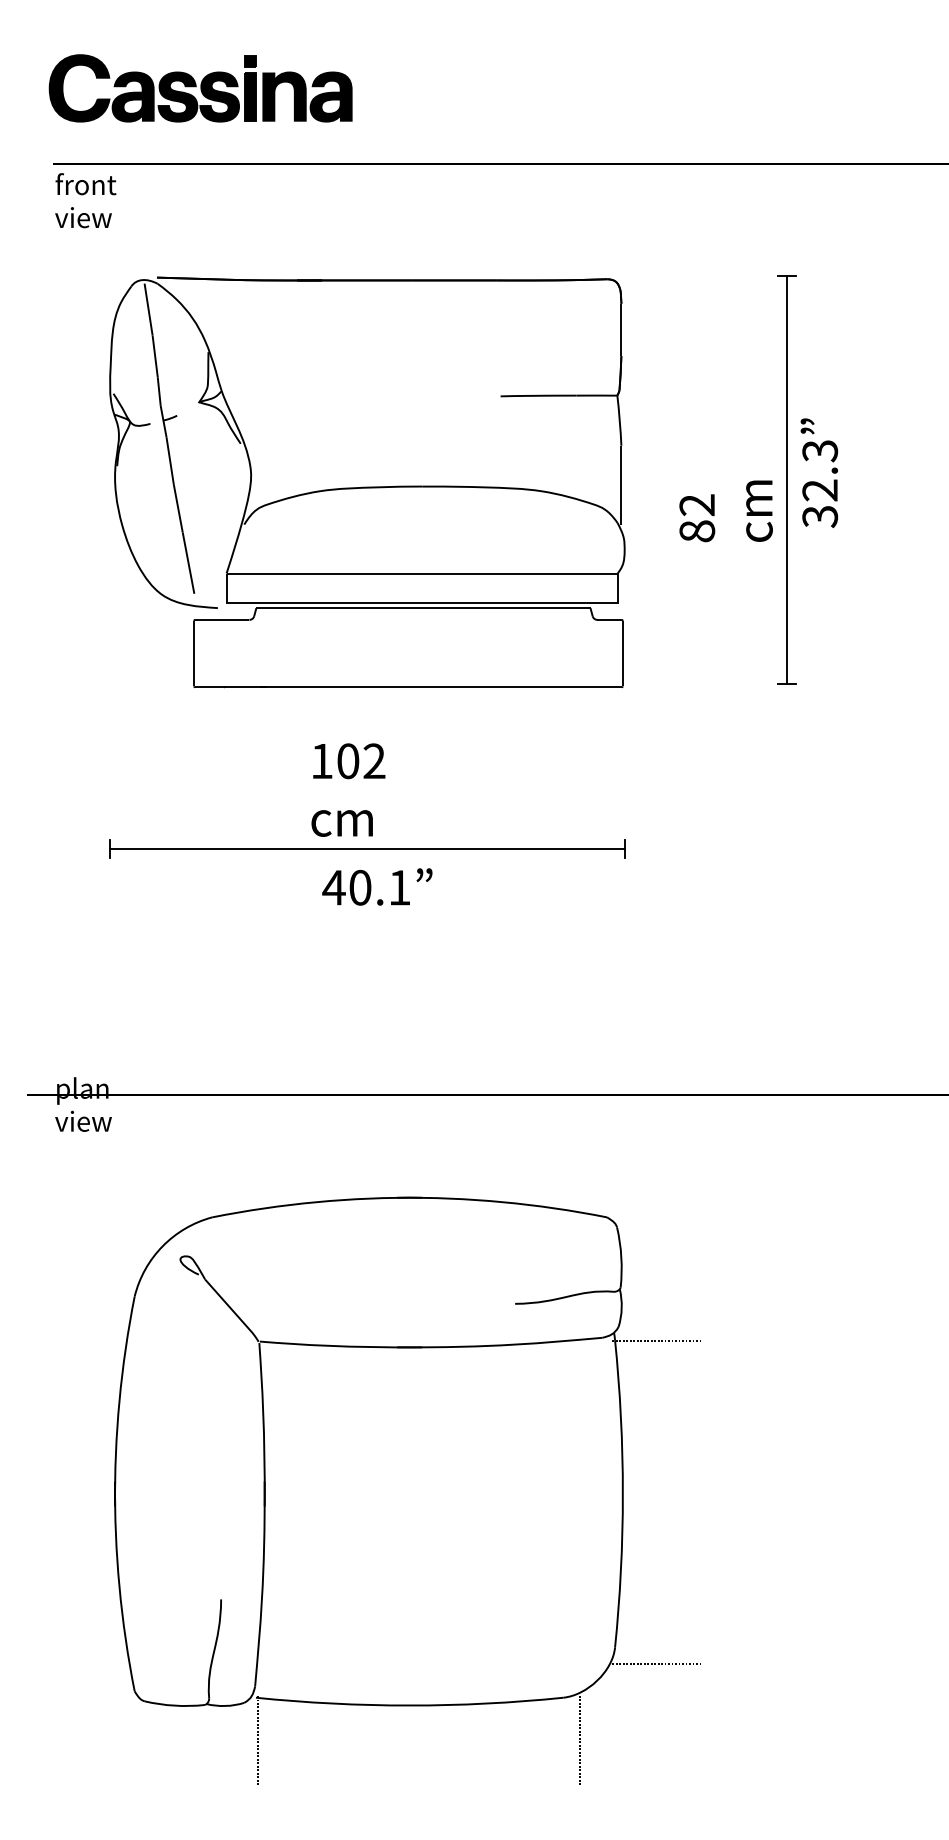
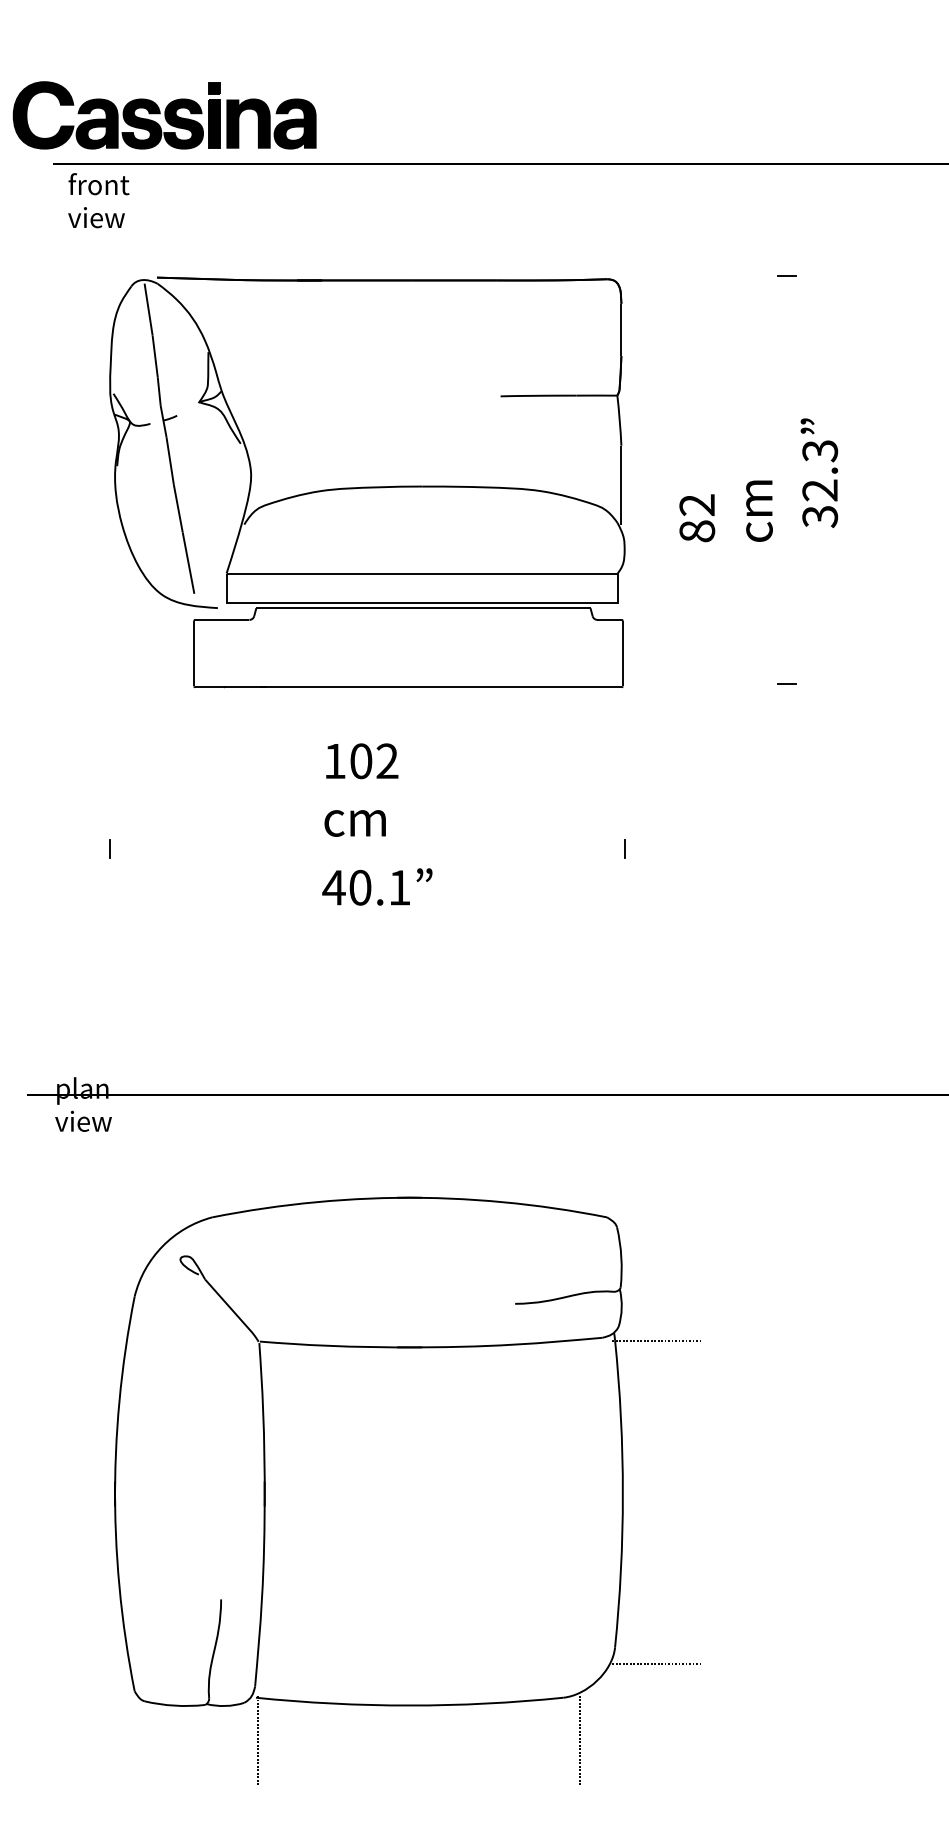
part at (200, 88) position: (200, 88) -> (164, 115)
text at (85, 200) position: (85, 200) -> (98, 200)
line at (787, 480): present -> none
text at (348, 789) position: (348, 789) -> (361, 789)
line at (367, 849): present -> none
